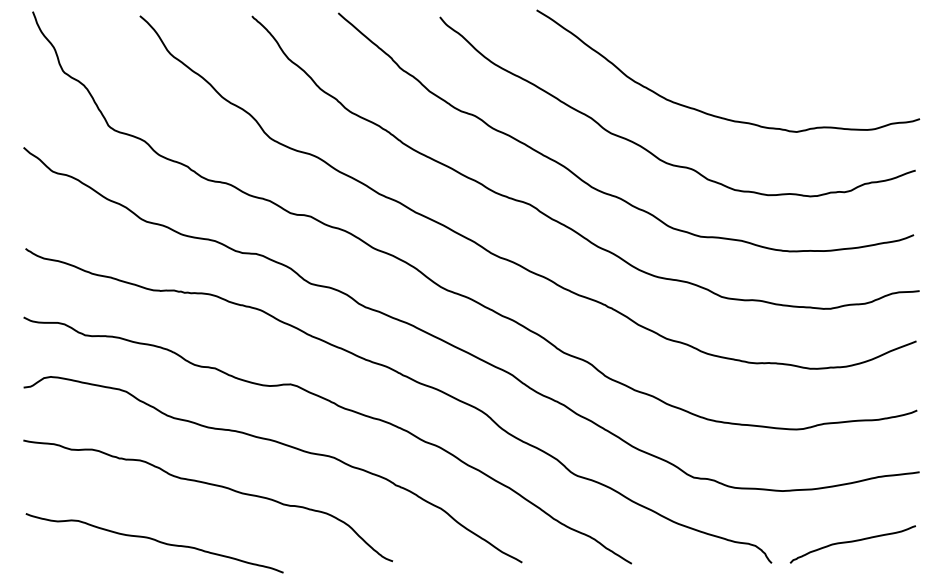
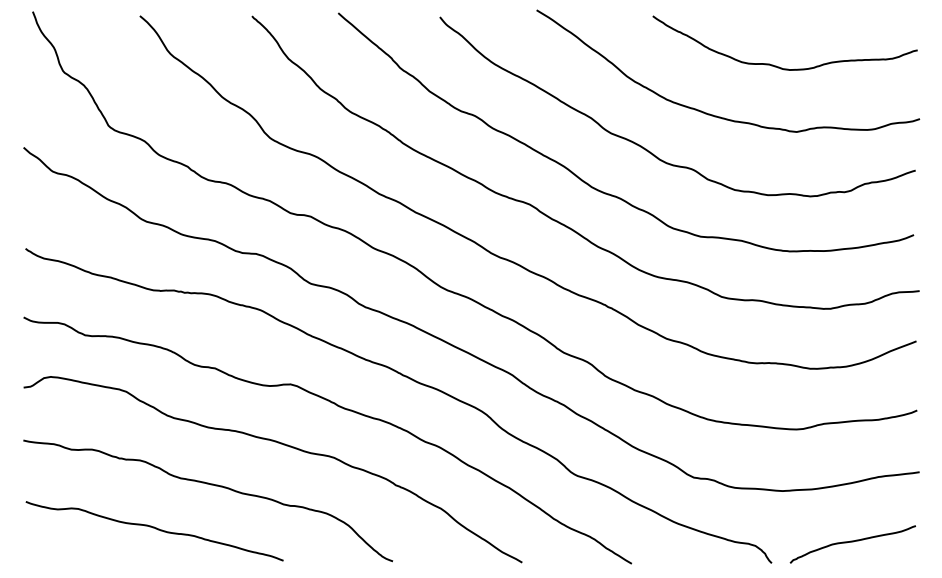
curve at (776, 65): none -> present
curve at (155, 541) position: (155, 541) -> (155, 529)
